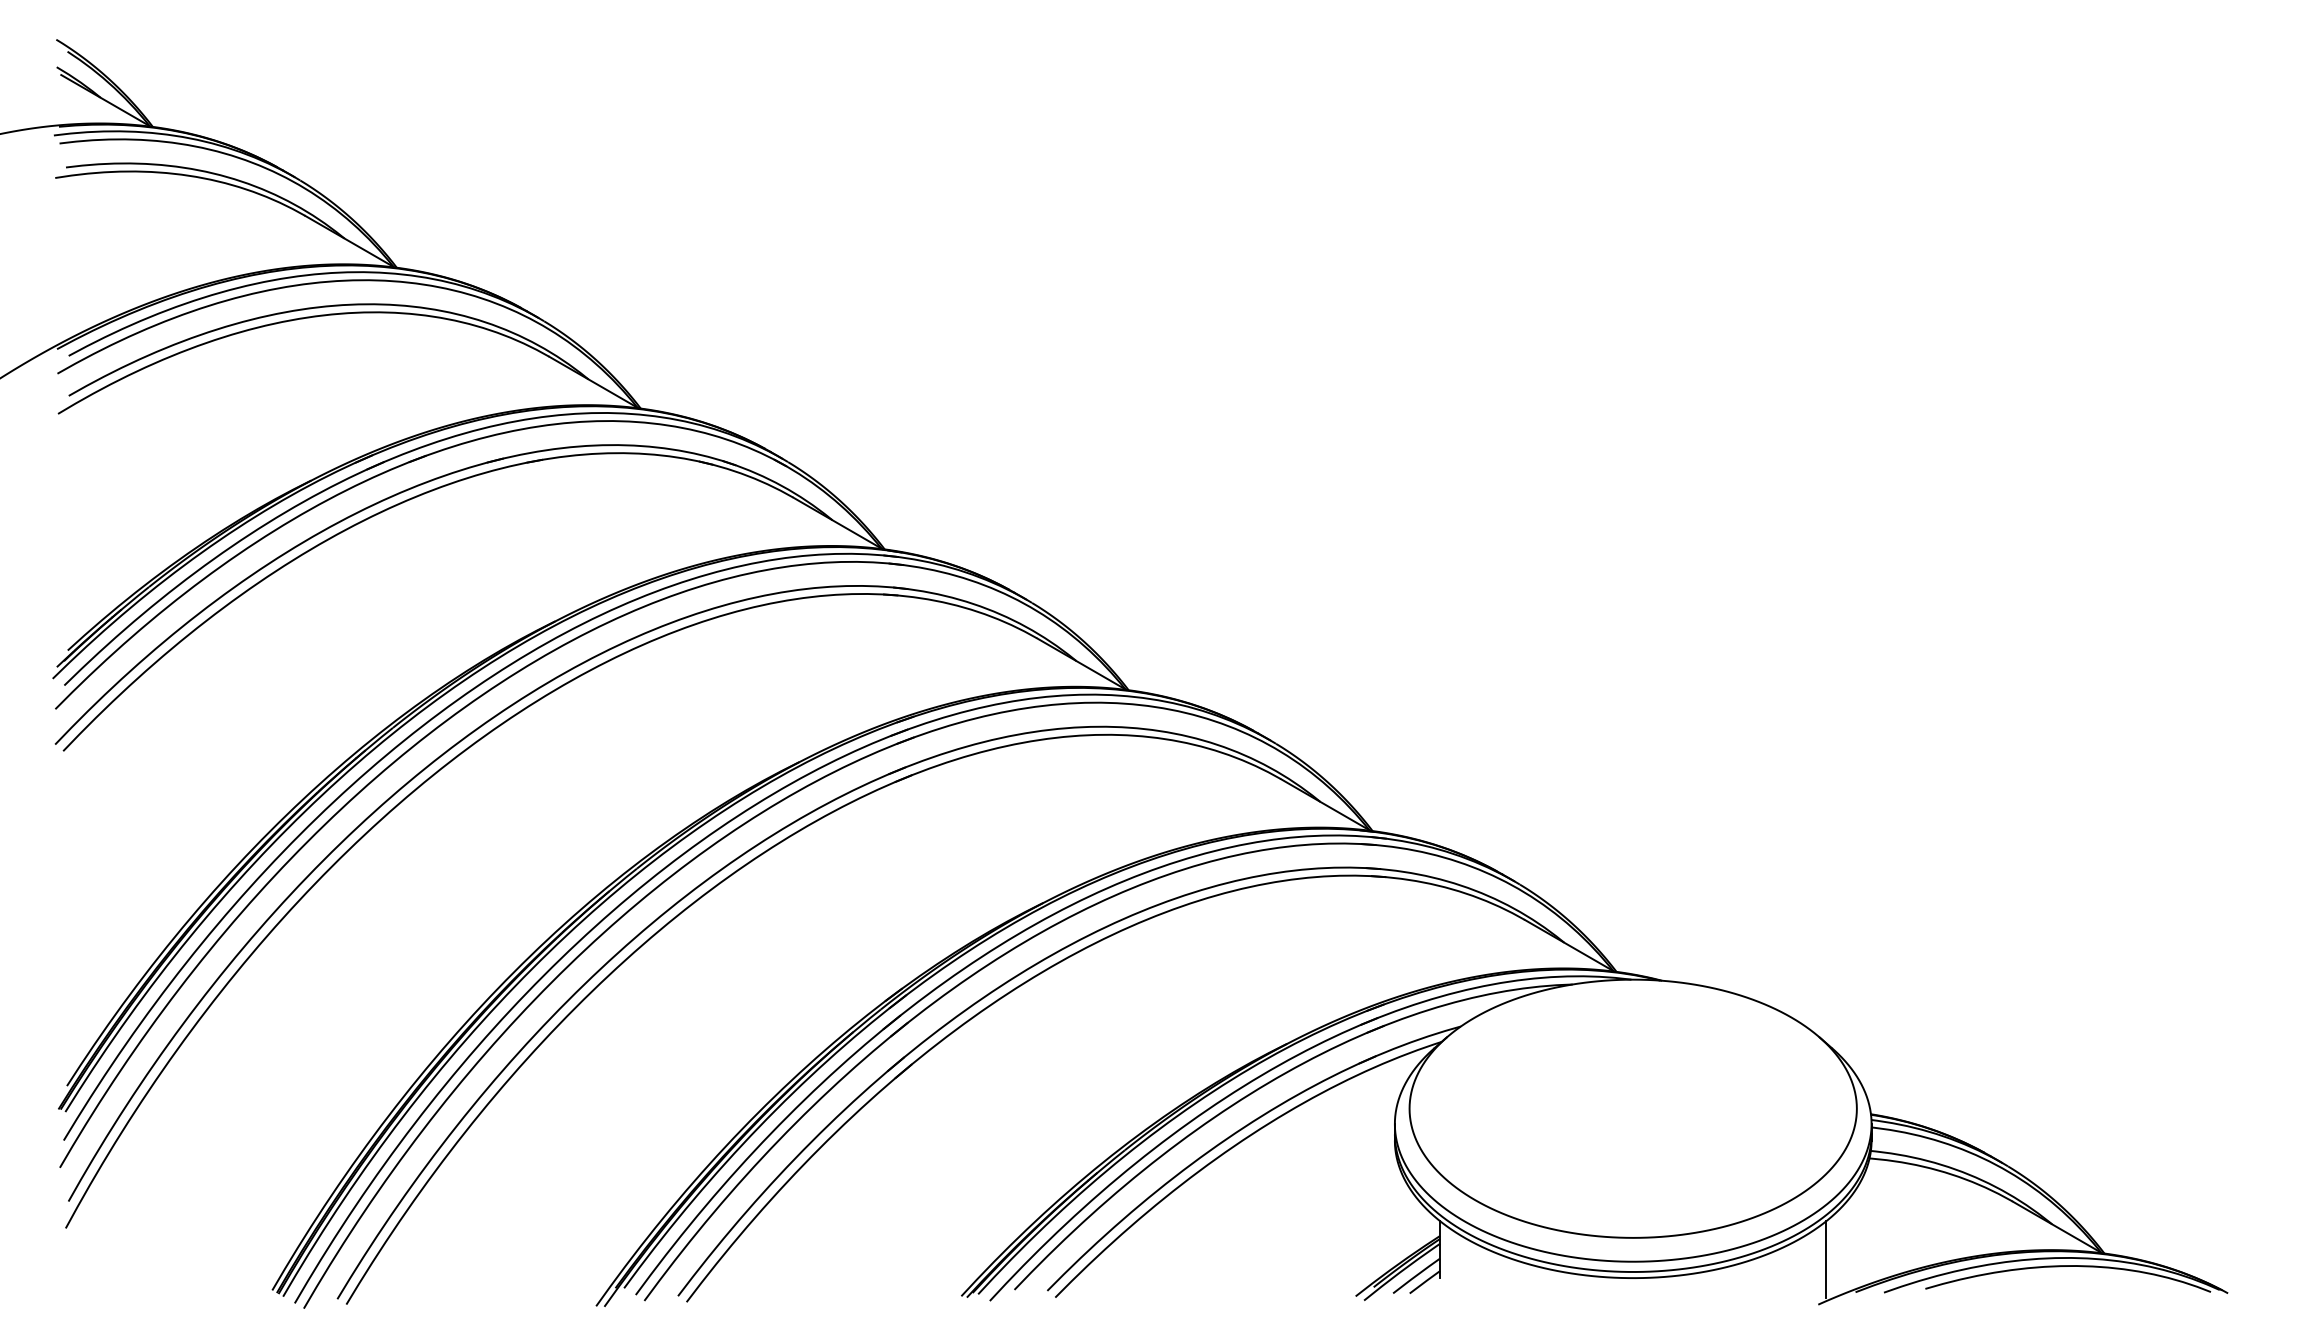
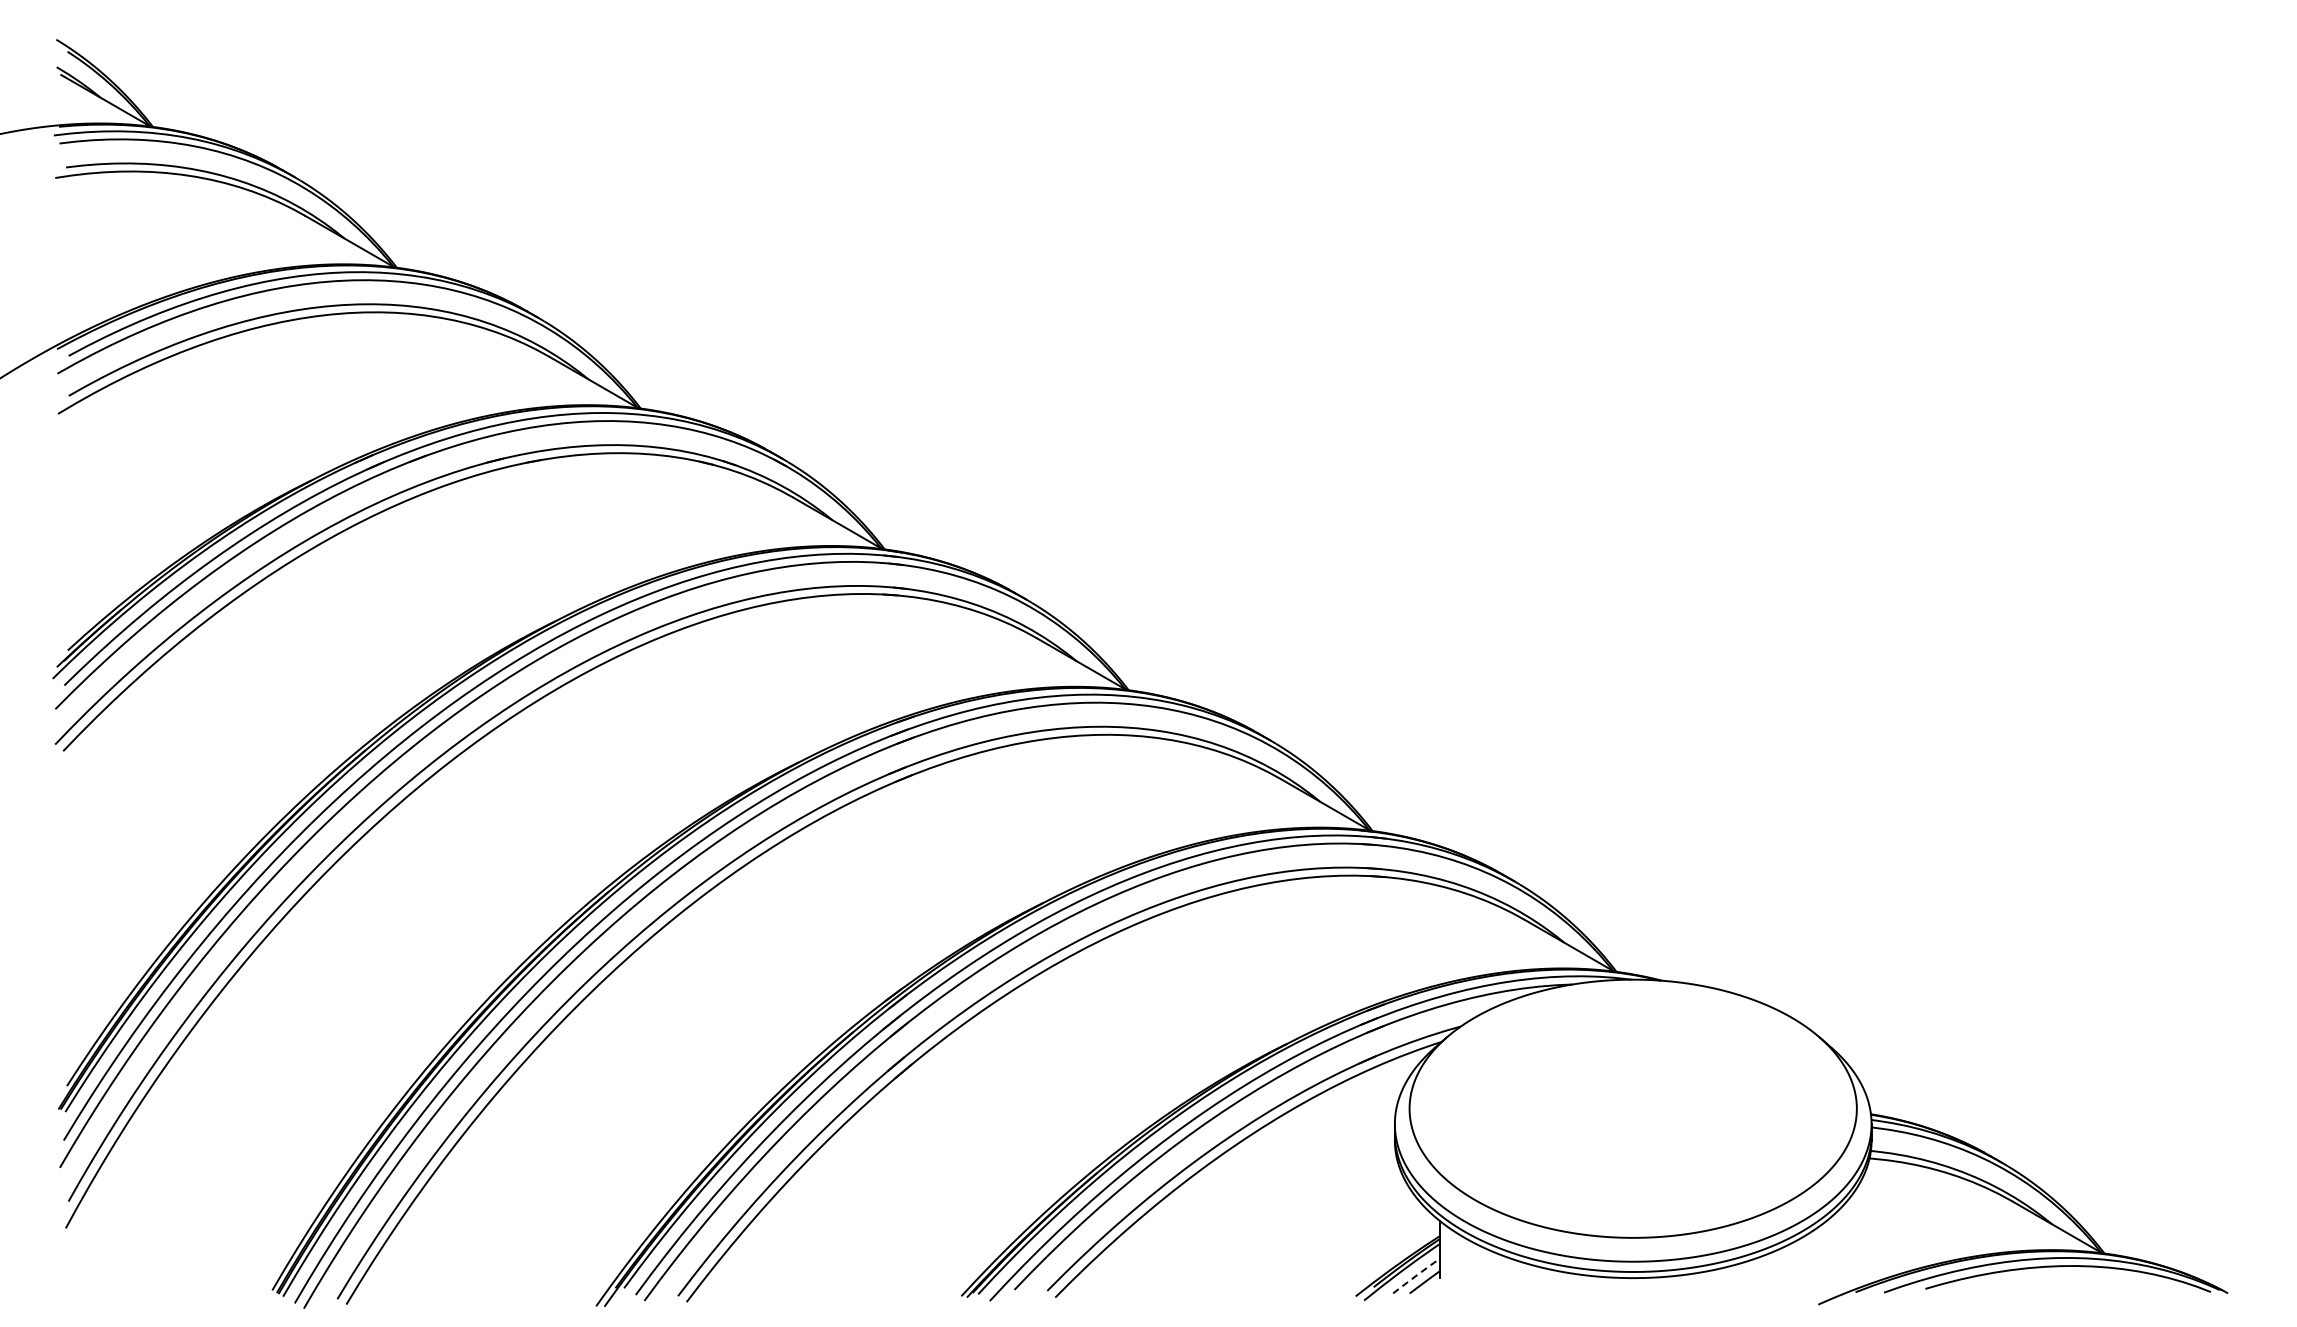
line at (1826, 1259): present -> none
line at (1416, 1275): solid -> dashed
